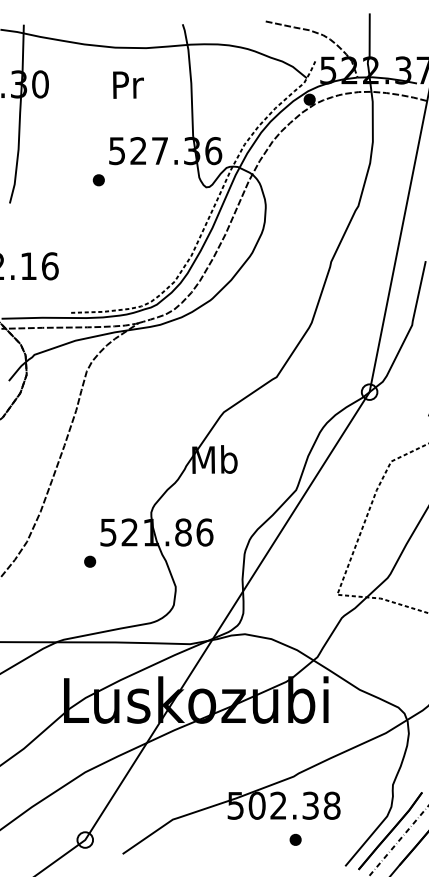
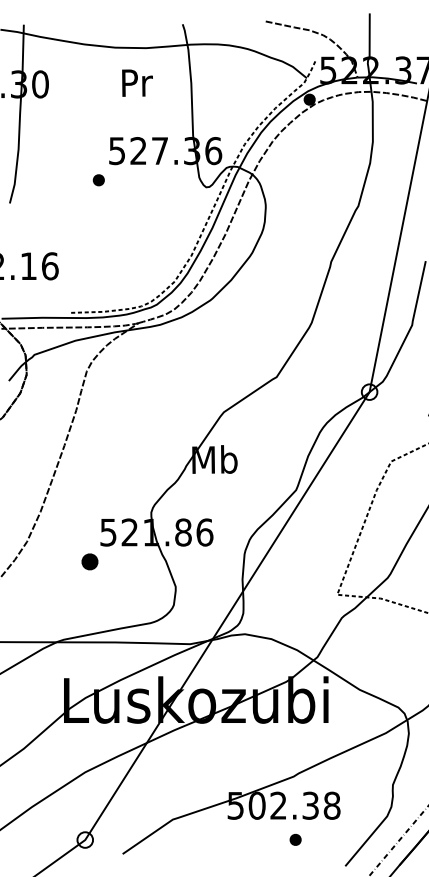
text at (128, 84) position: (128, 84) -> (137, 82)
part at (90, 561) size: 13x13 px -> 18x18 px
part at (390, 831): present -> none
